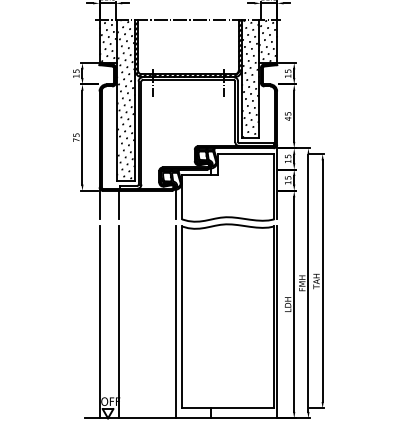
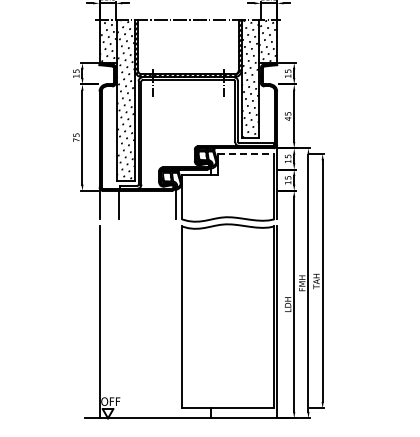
line at (246, 154): solid -> dashed
line at (118, 322): present -> none
line at (175, 322): present -> none
